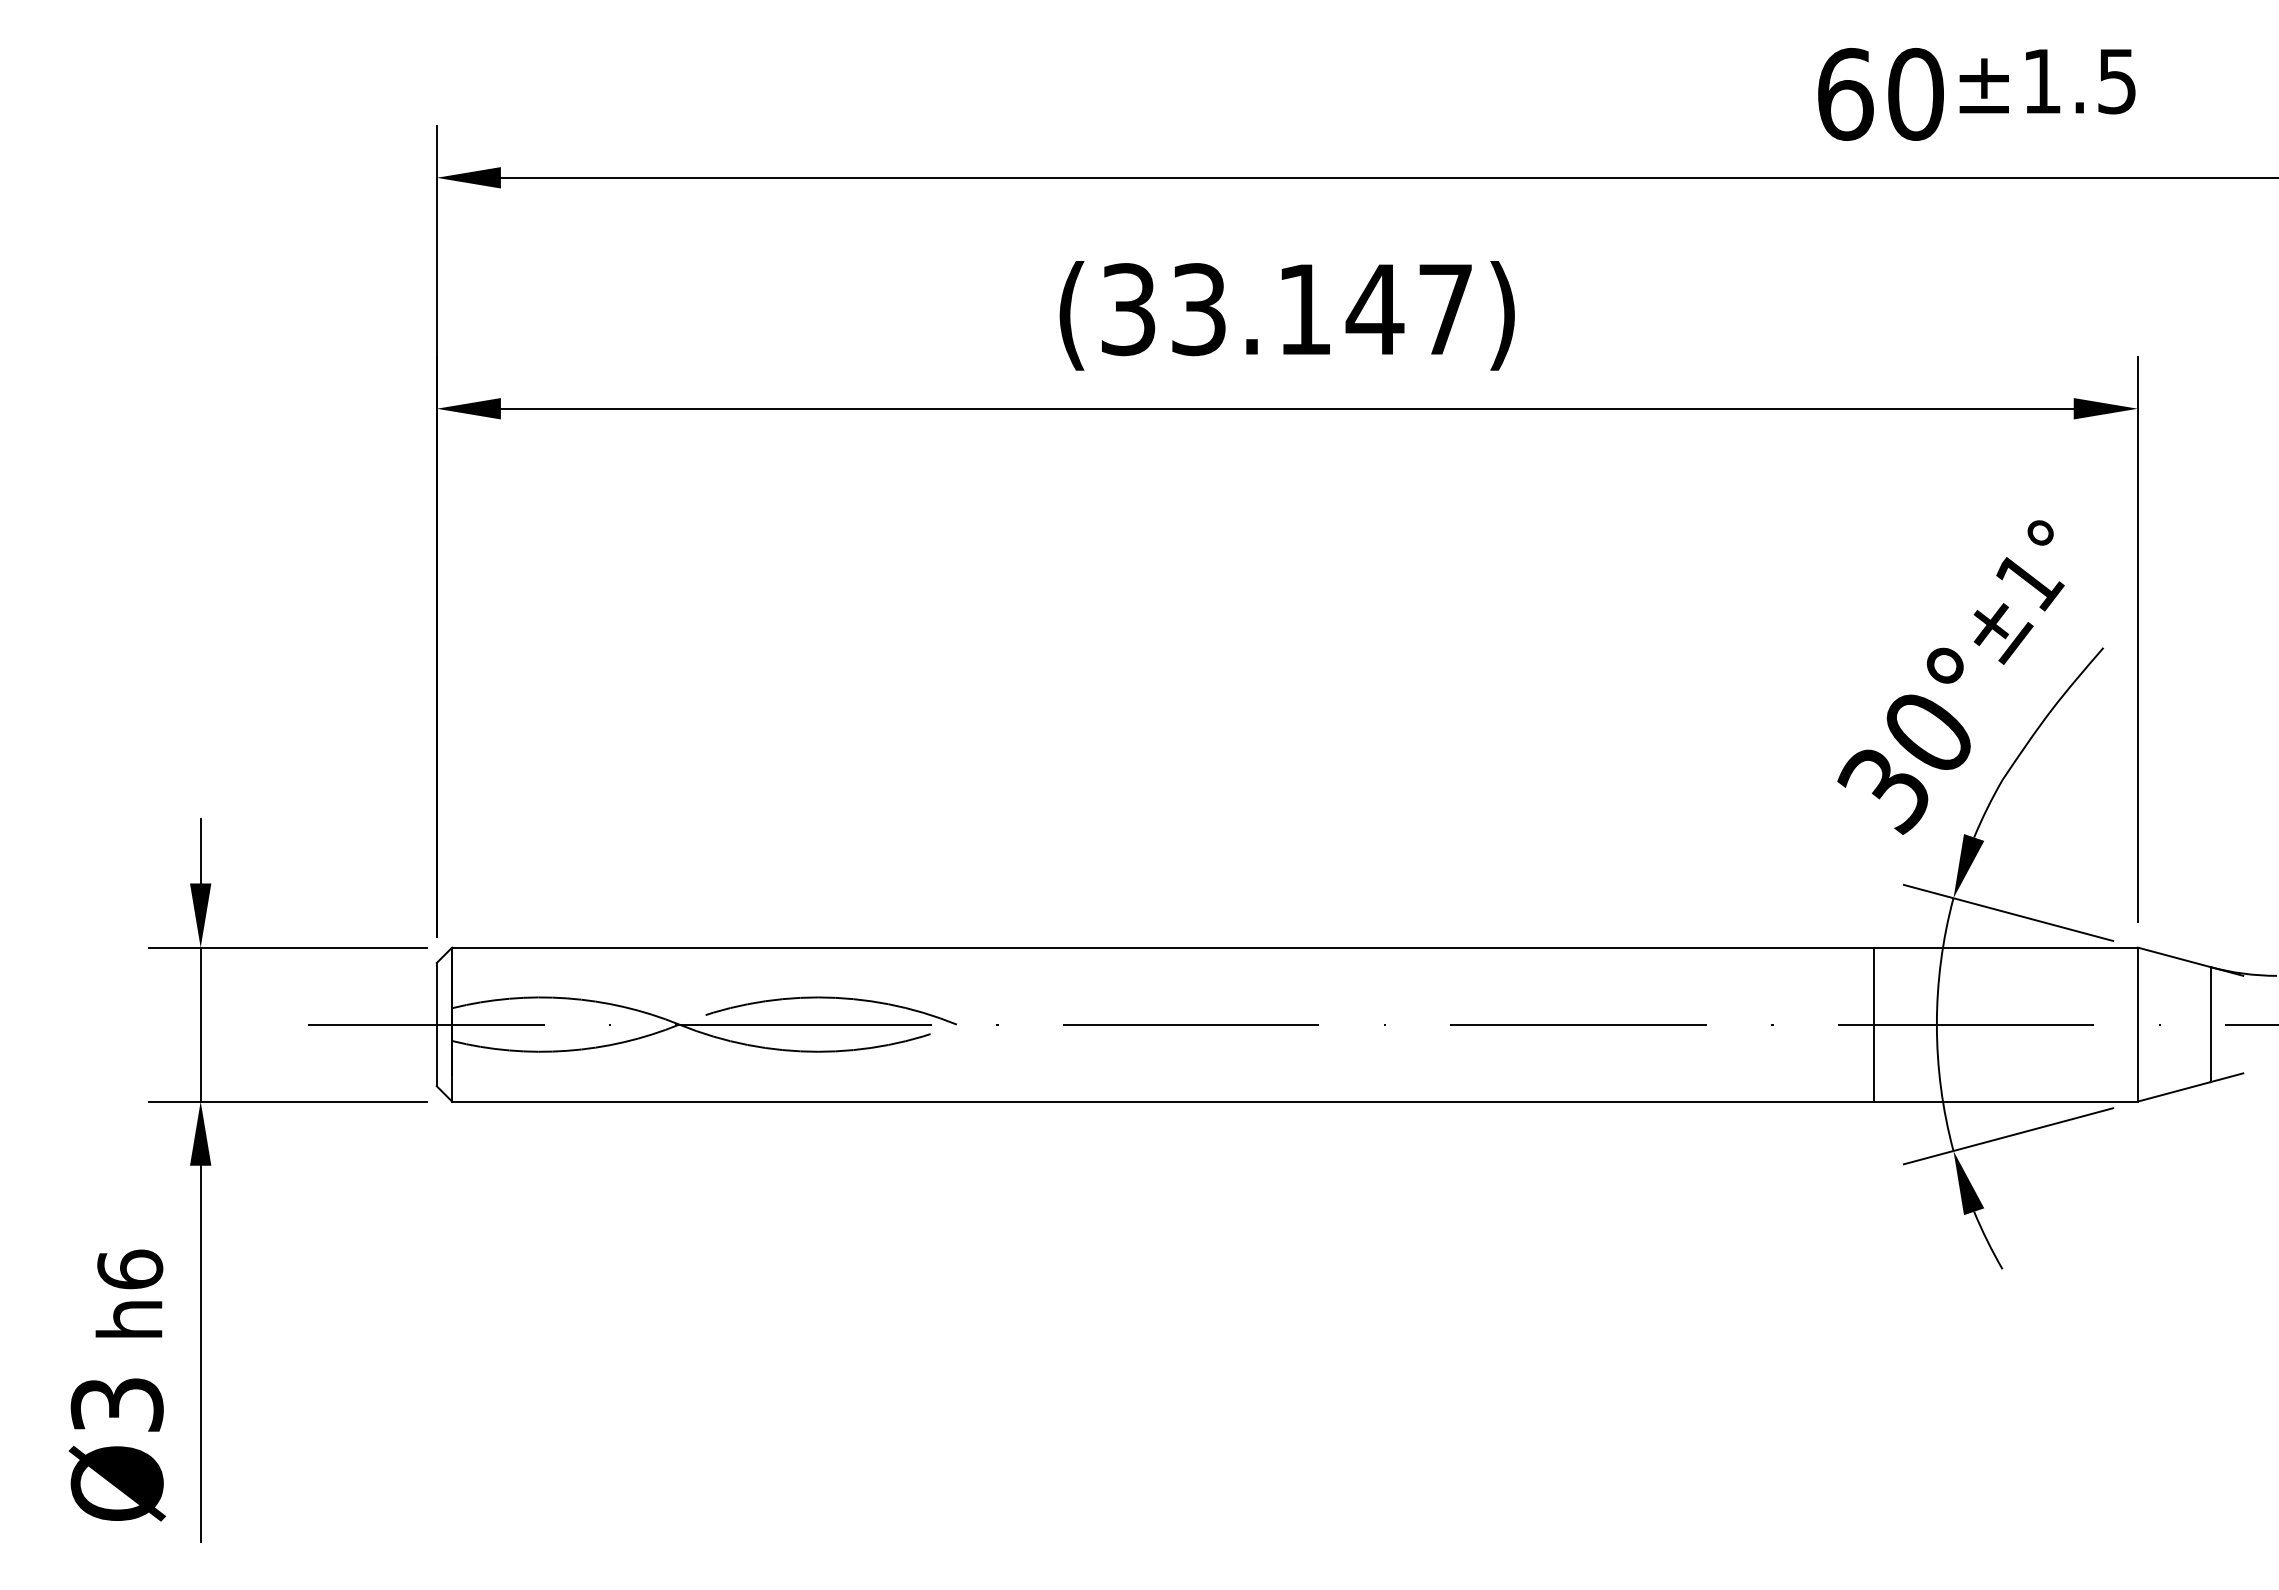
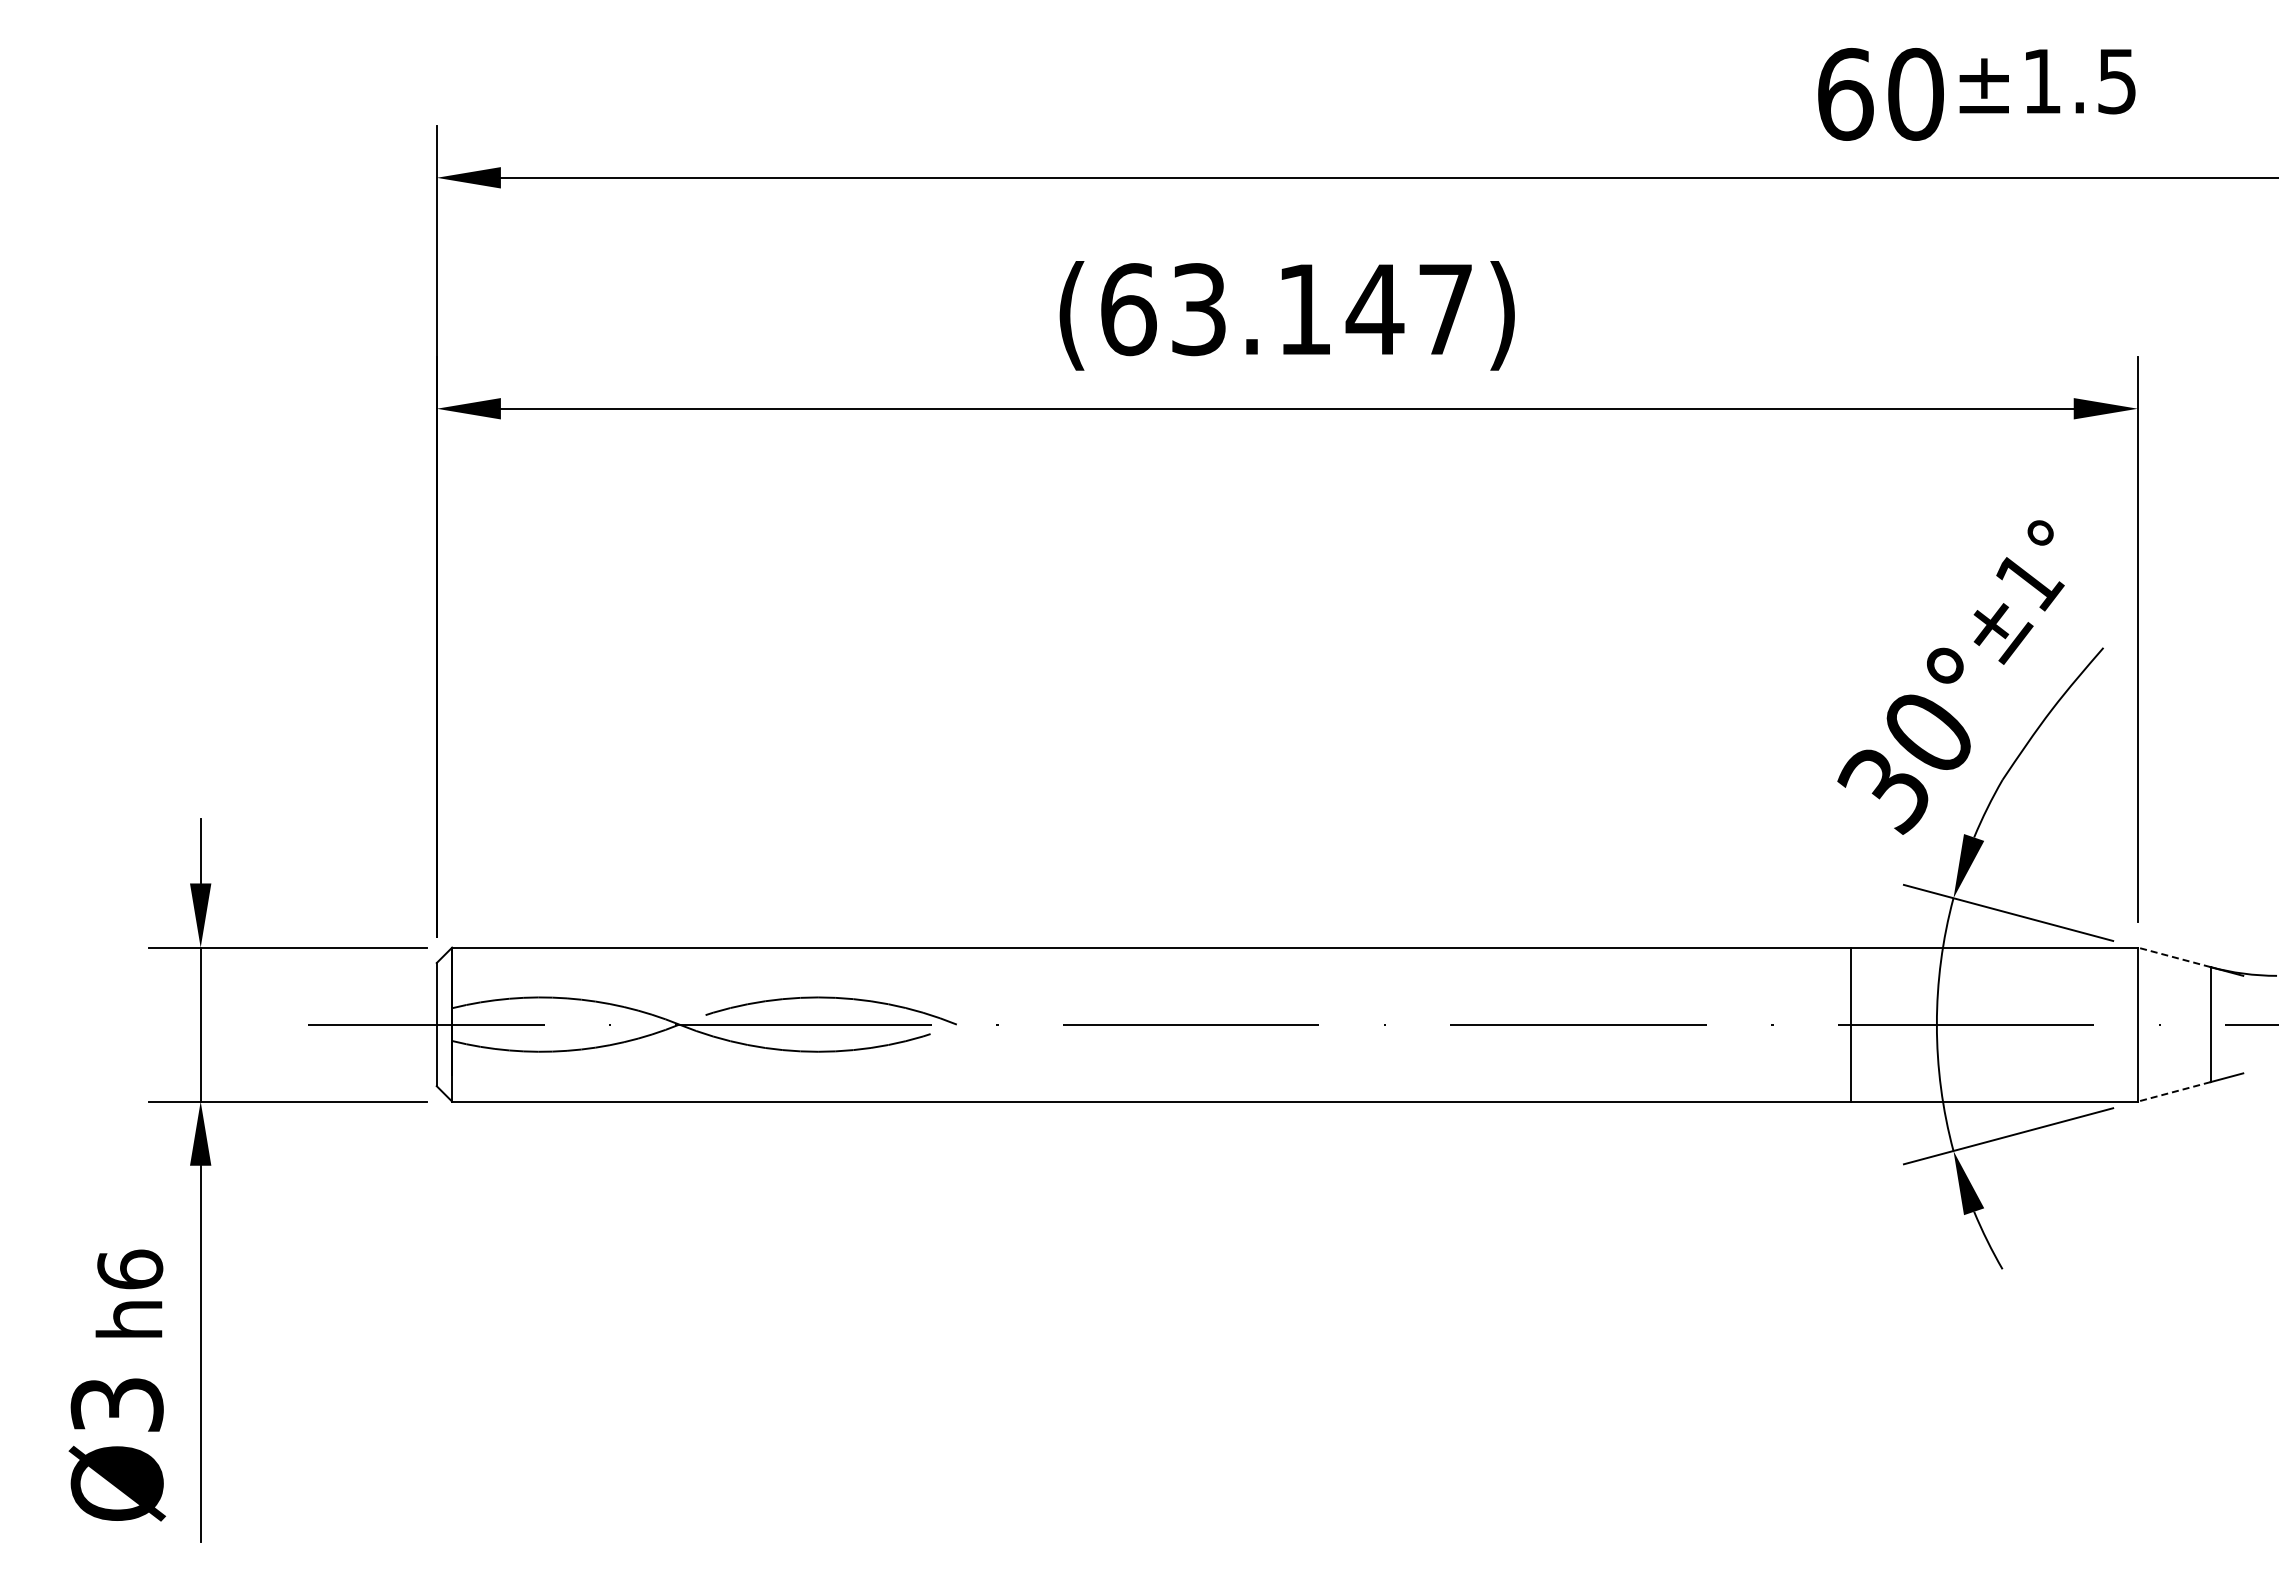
text at (1128, 309): (33.147) -> (63.147)
line at (2174, 957): solid -> dashed
line at (1873, 1024) position: (1873, 1024) -> (1850, 1024)
line at (2174, 1091): solid -> dashed
